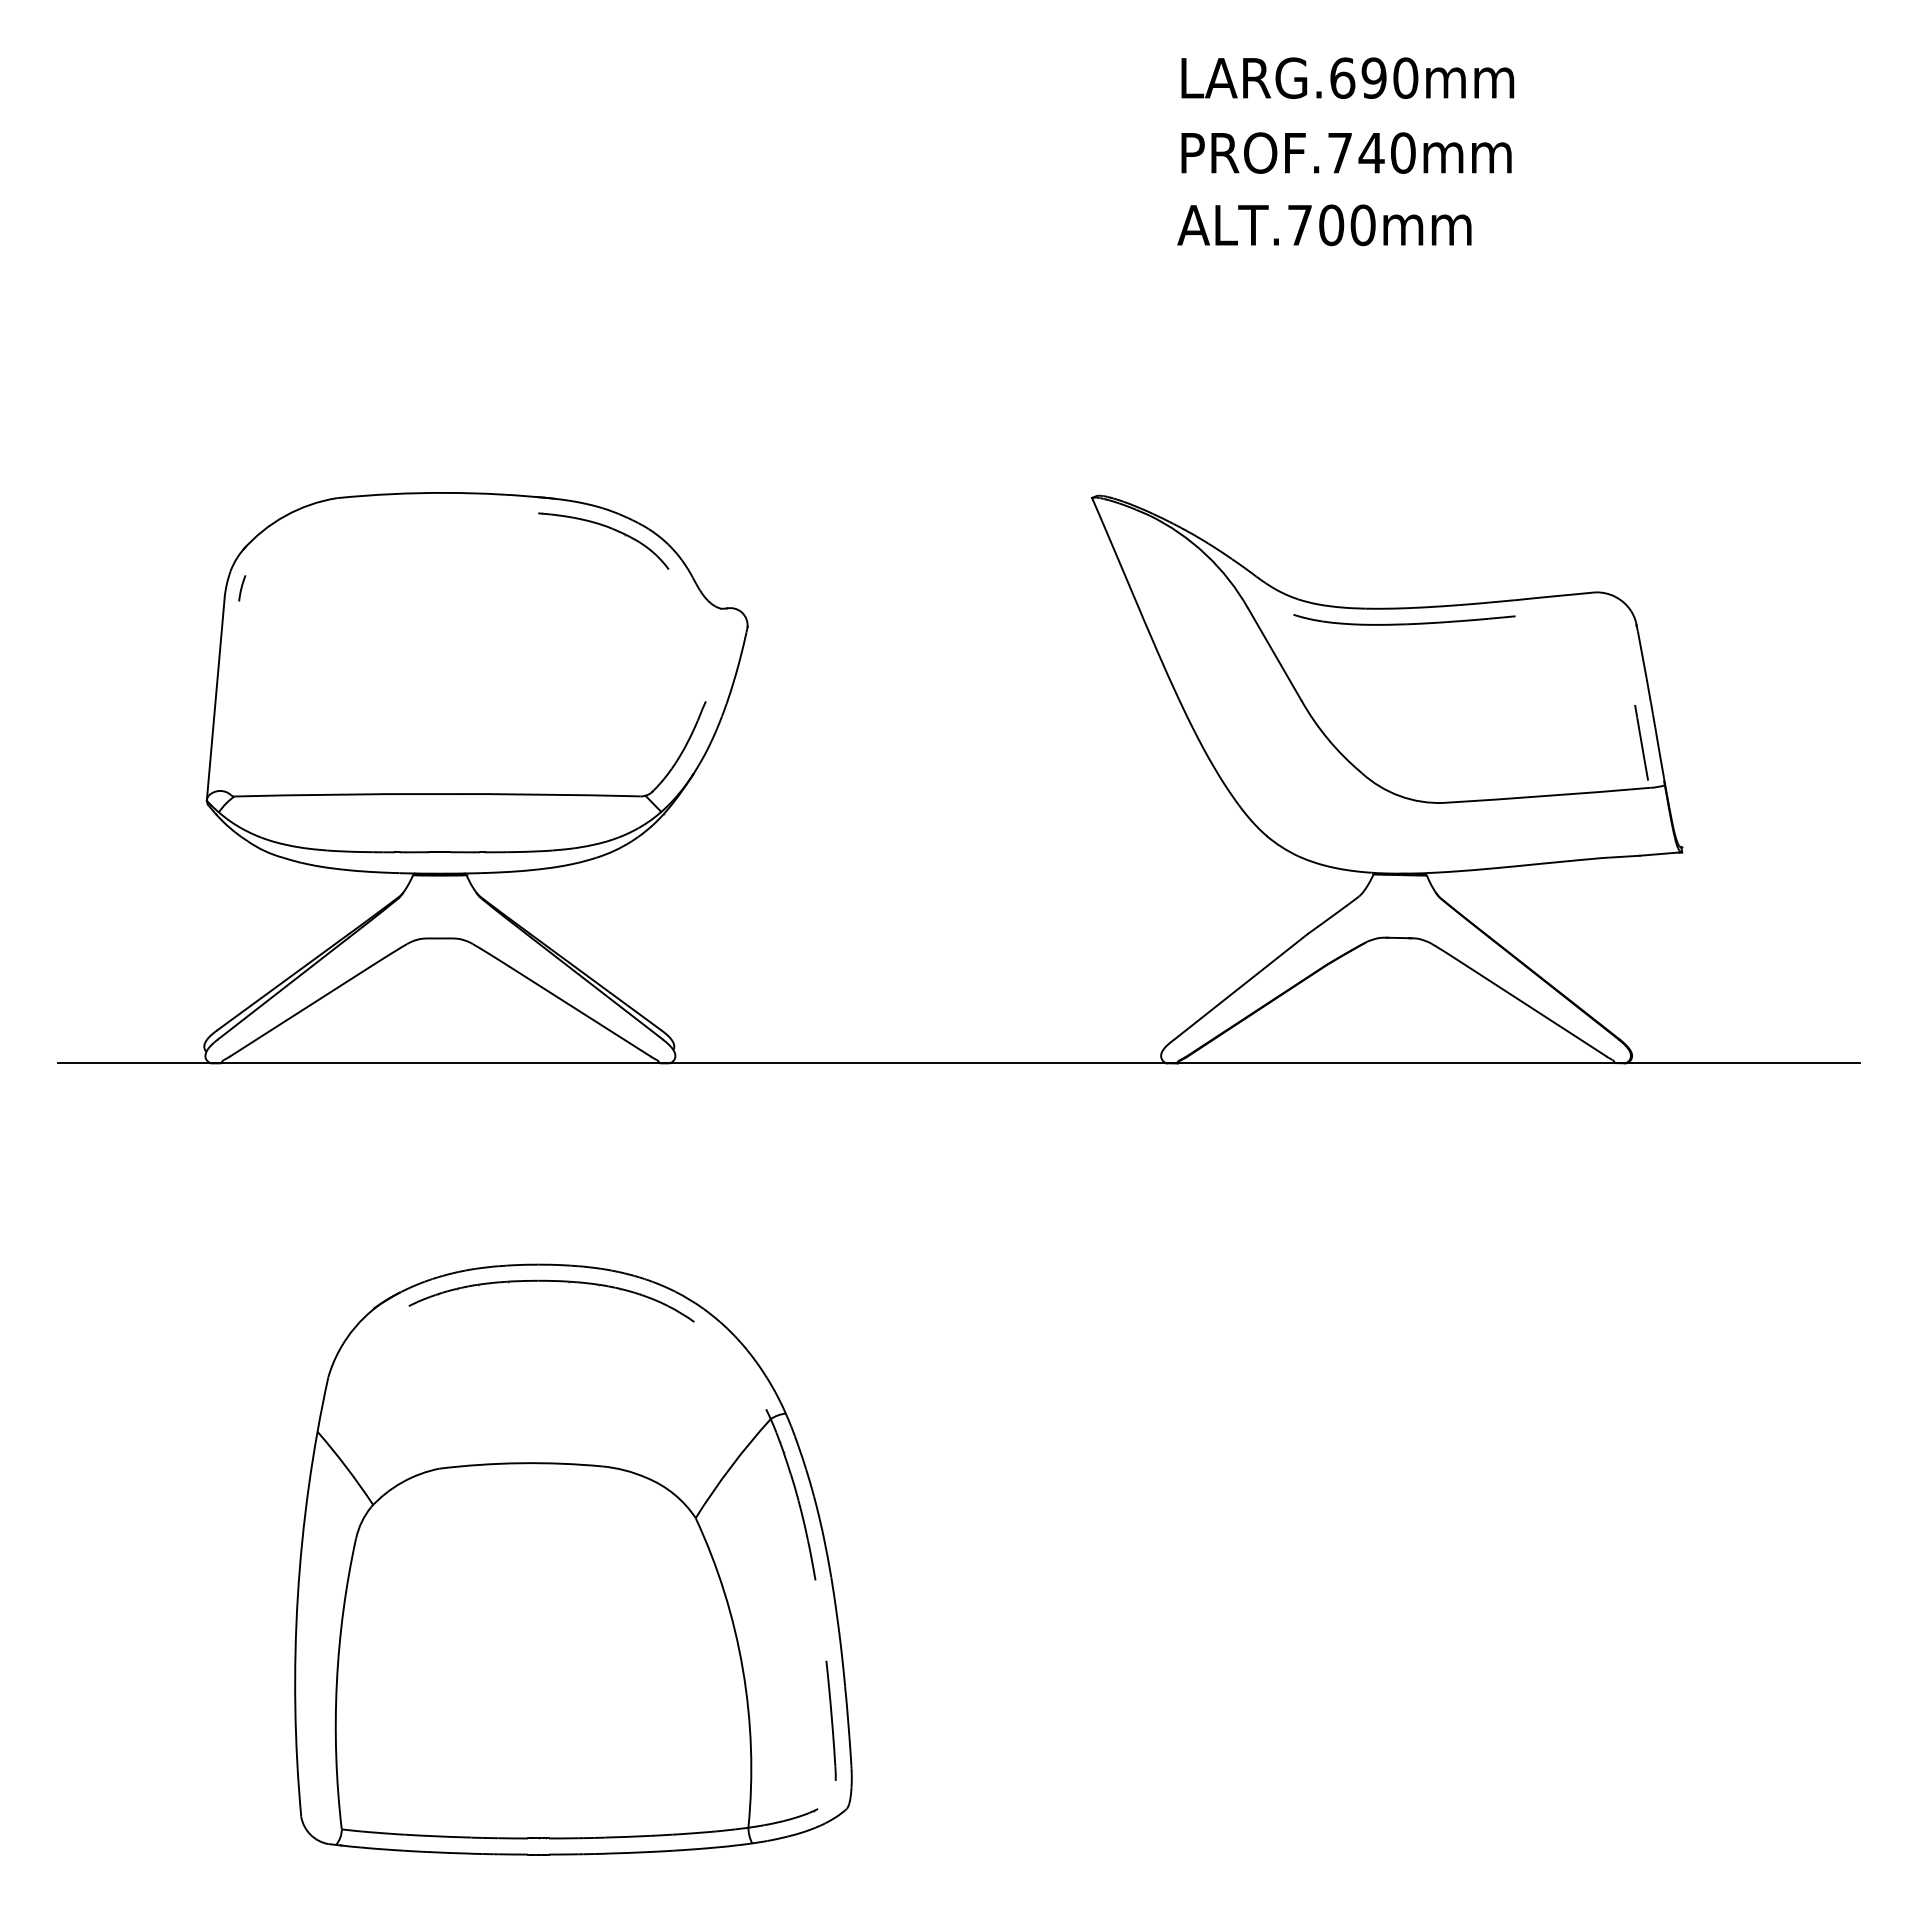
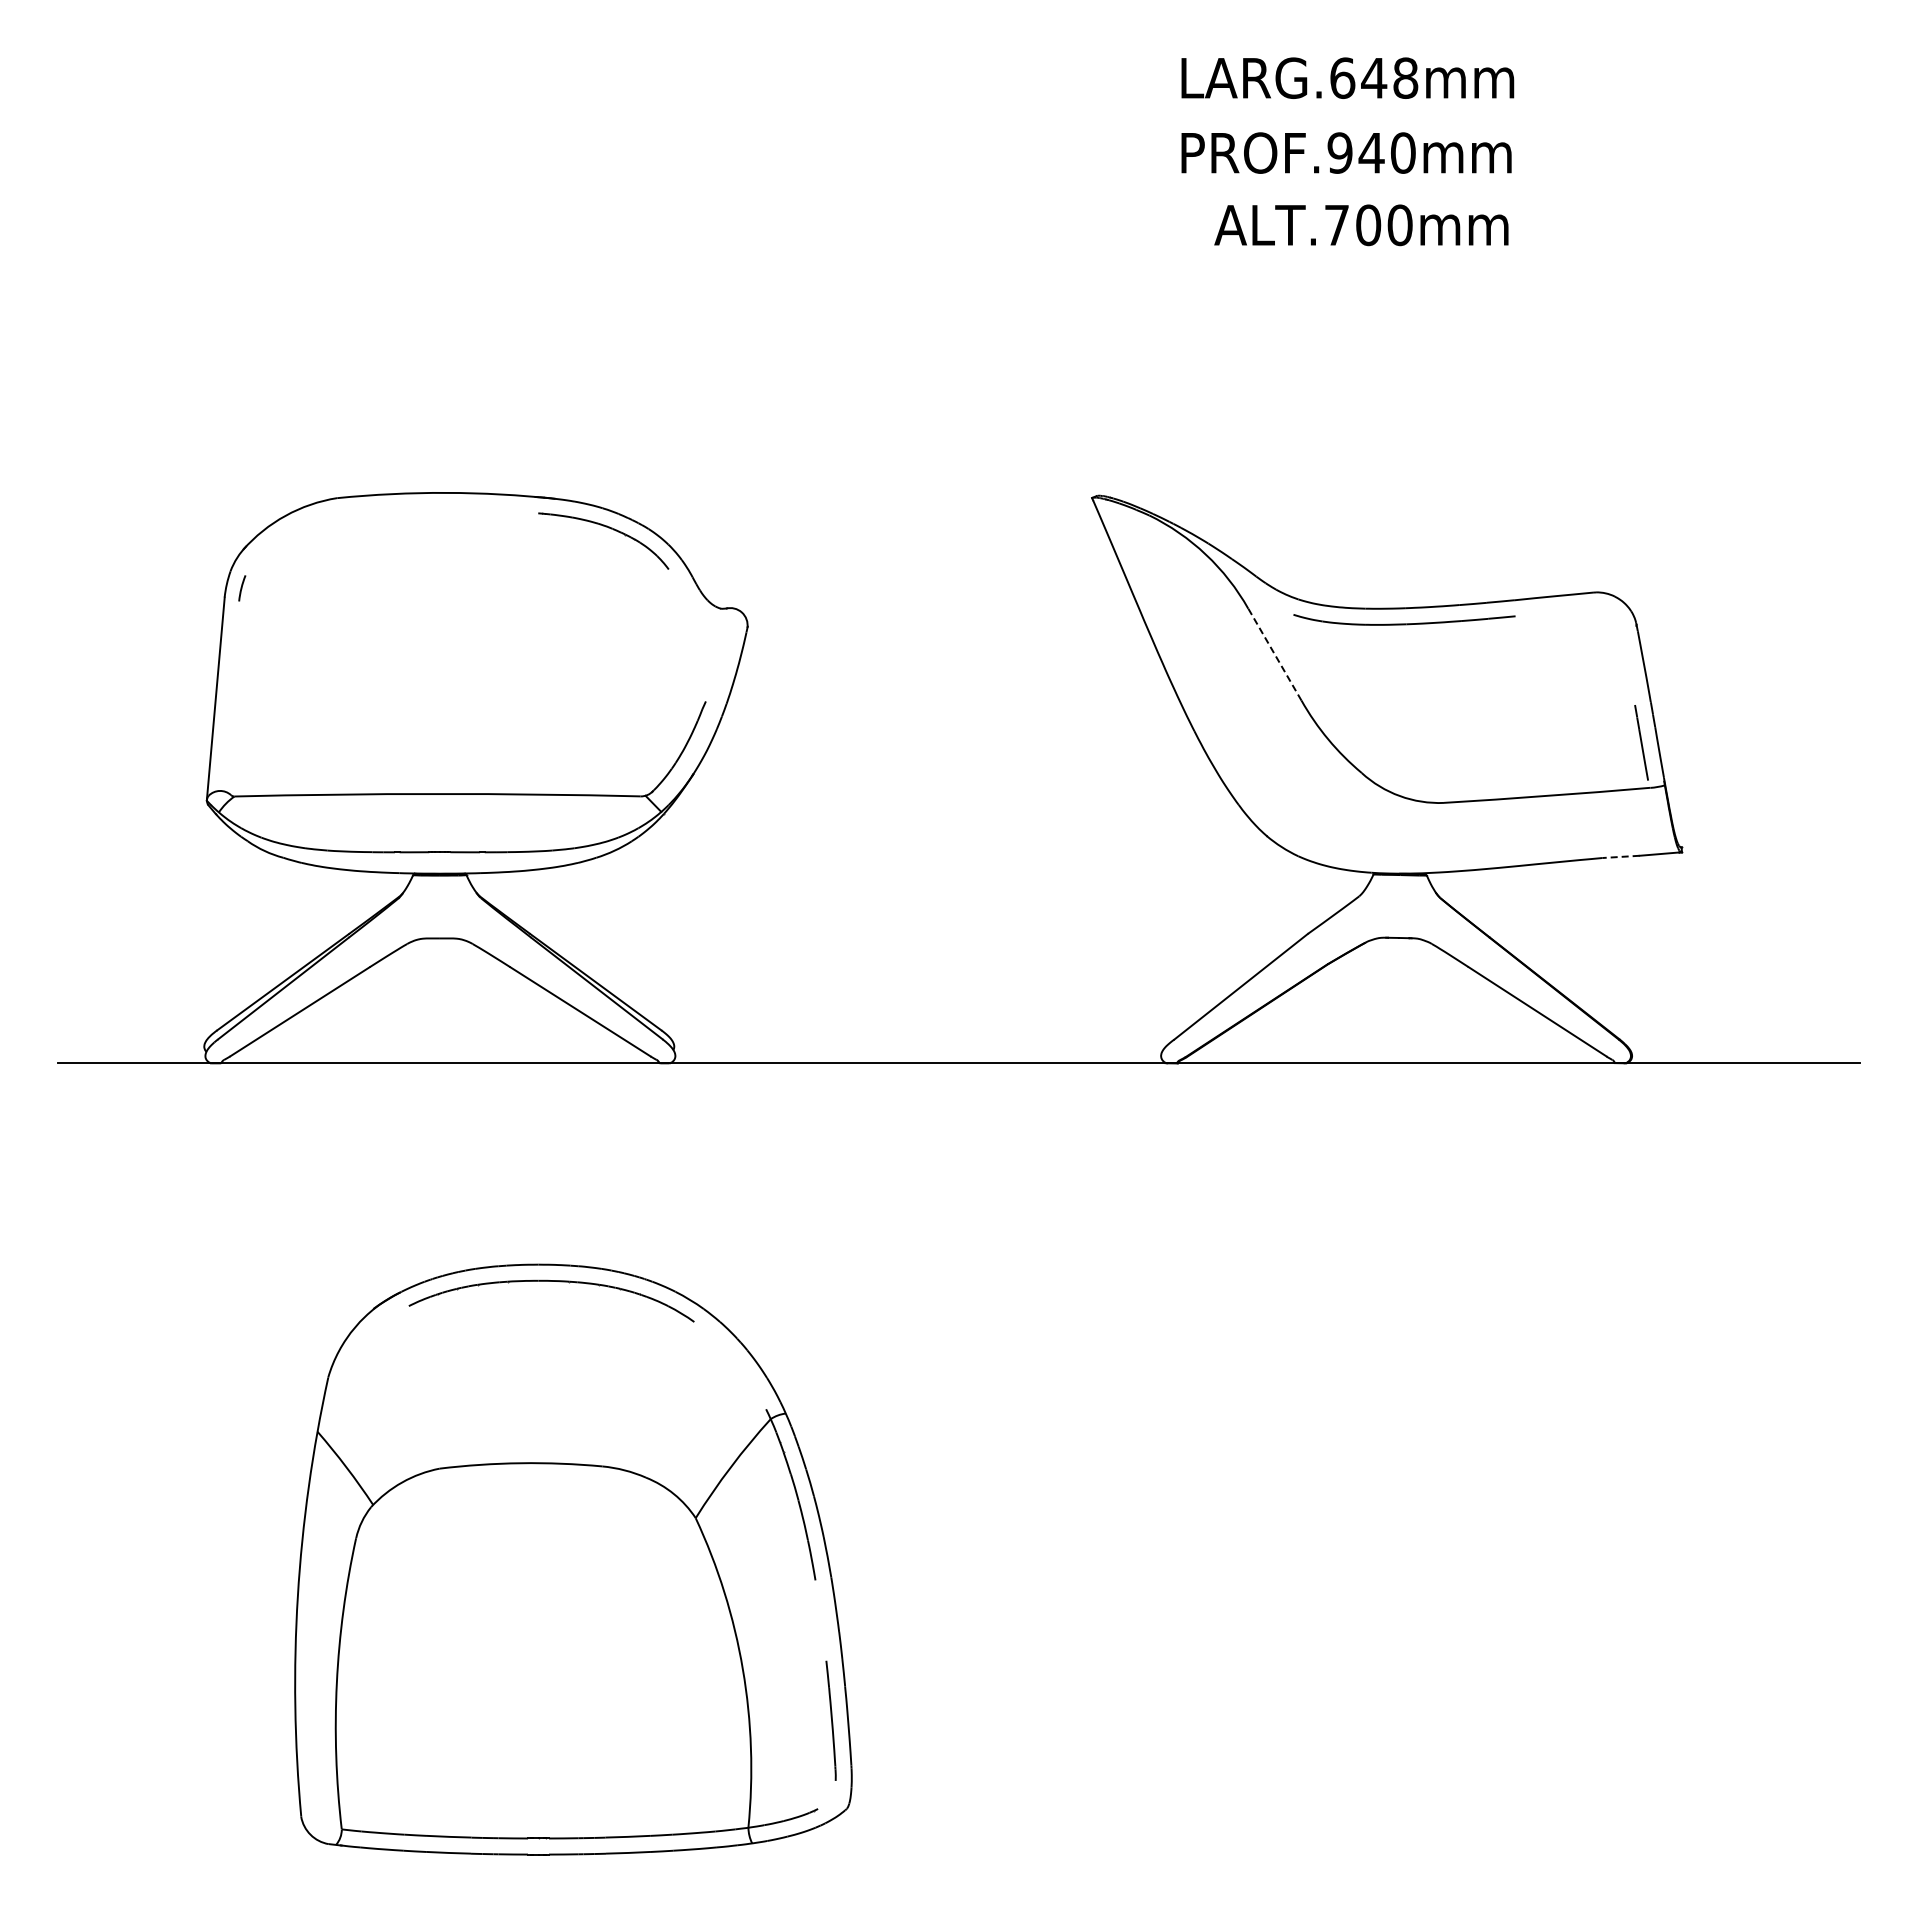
text at (1389, 77): LARG.690mm -> LARG.648mm
text at (1339, 152): PROF.740mm -> PROF.940mm
text at (1324, 225) position: (1324, 225) -> (1361, 225)
line at (1274, 654): solid -> dashed
line at (1620, 856): solid -> dashed
